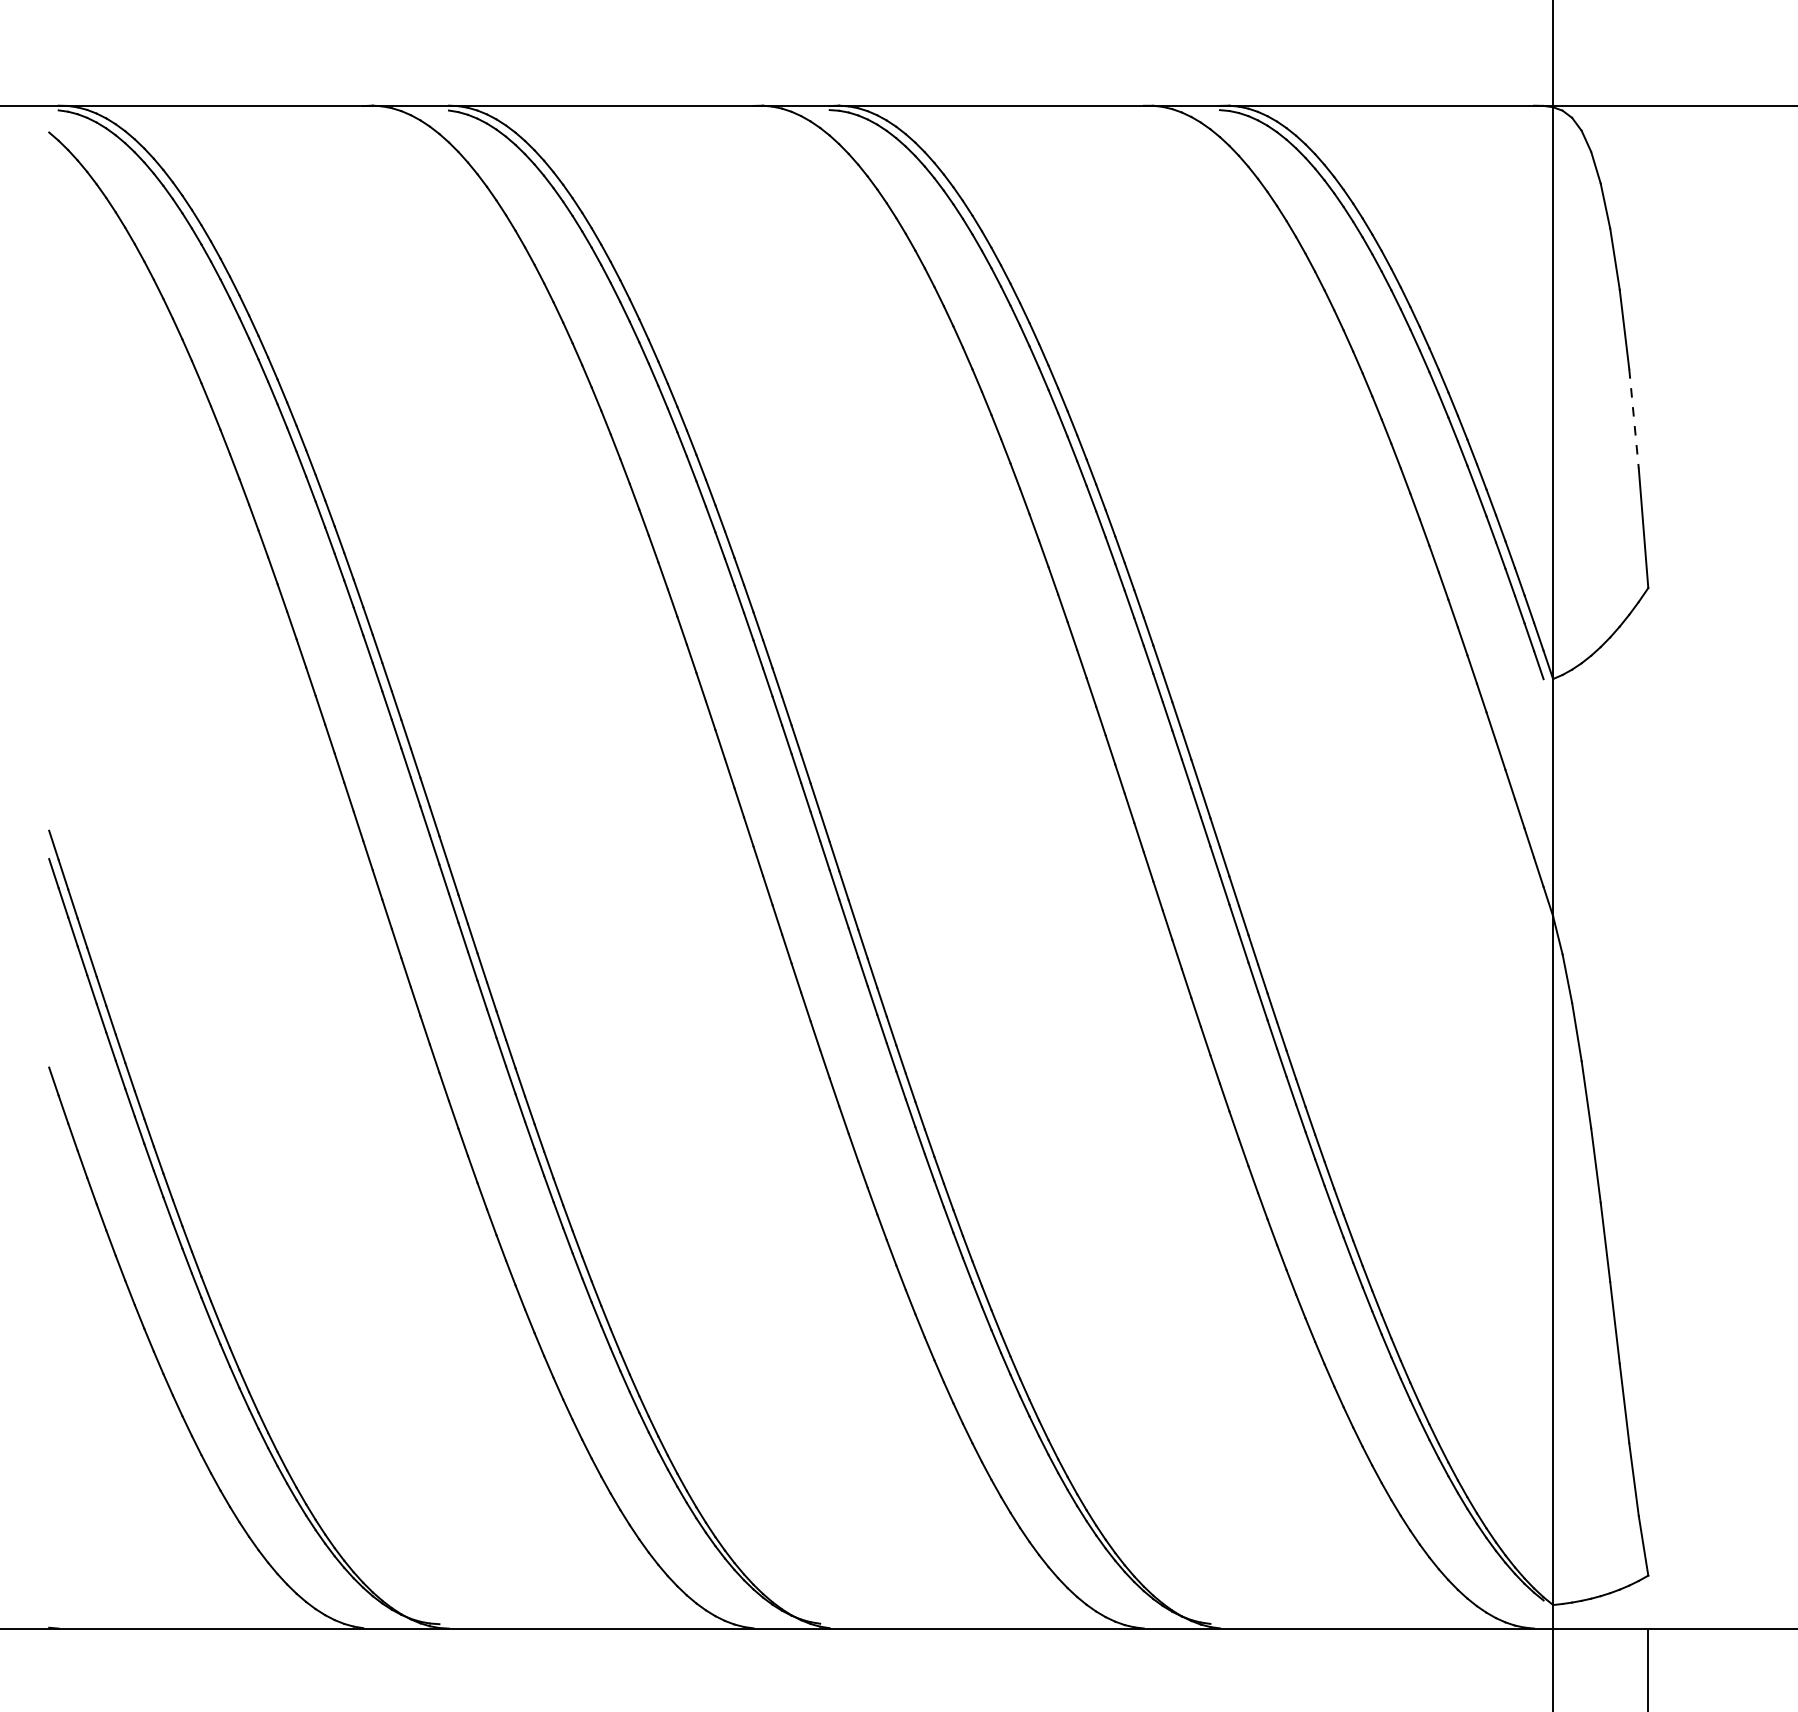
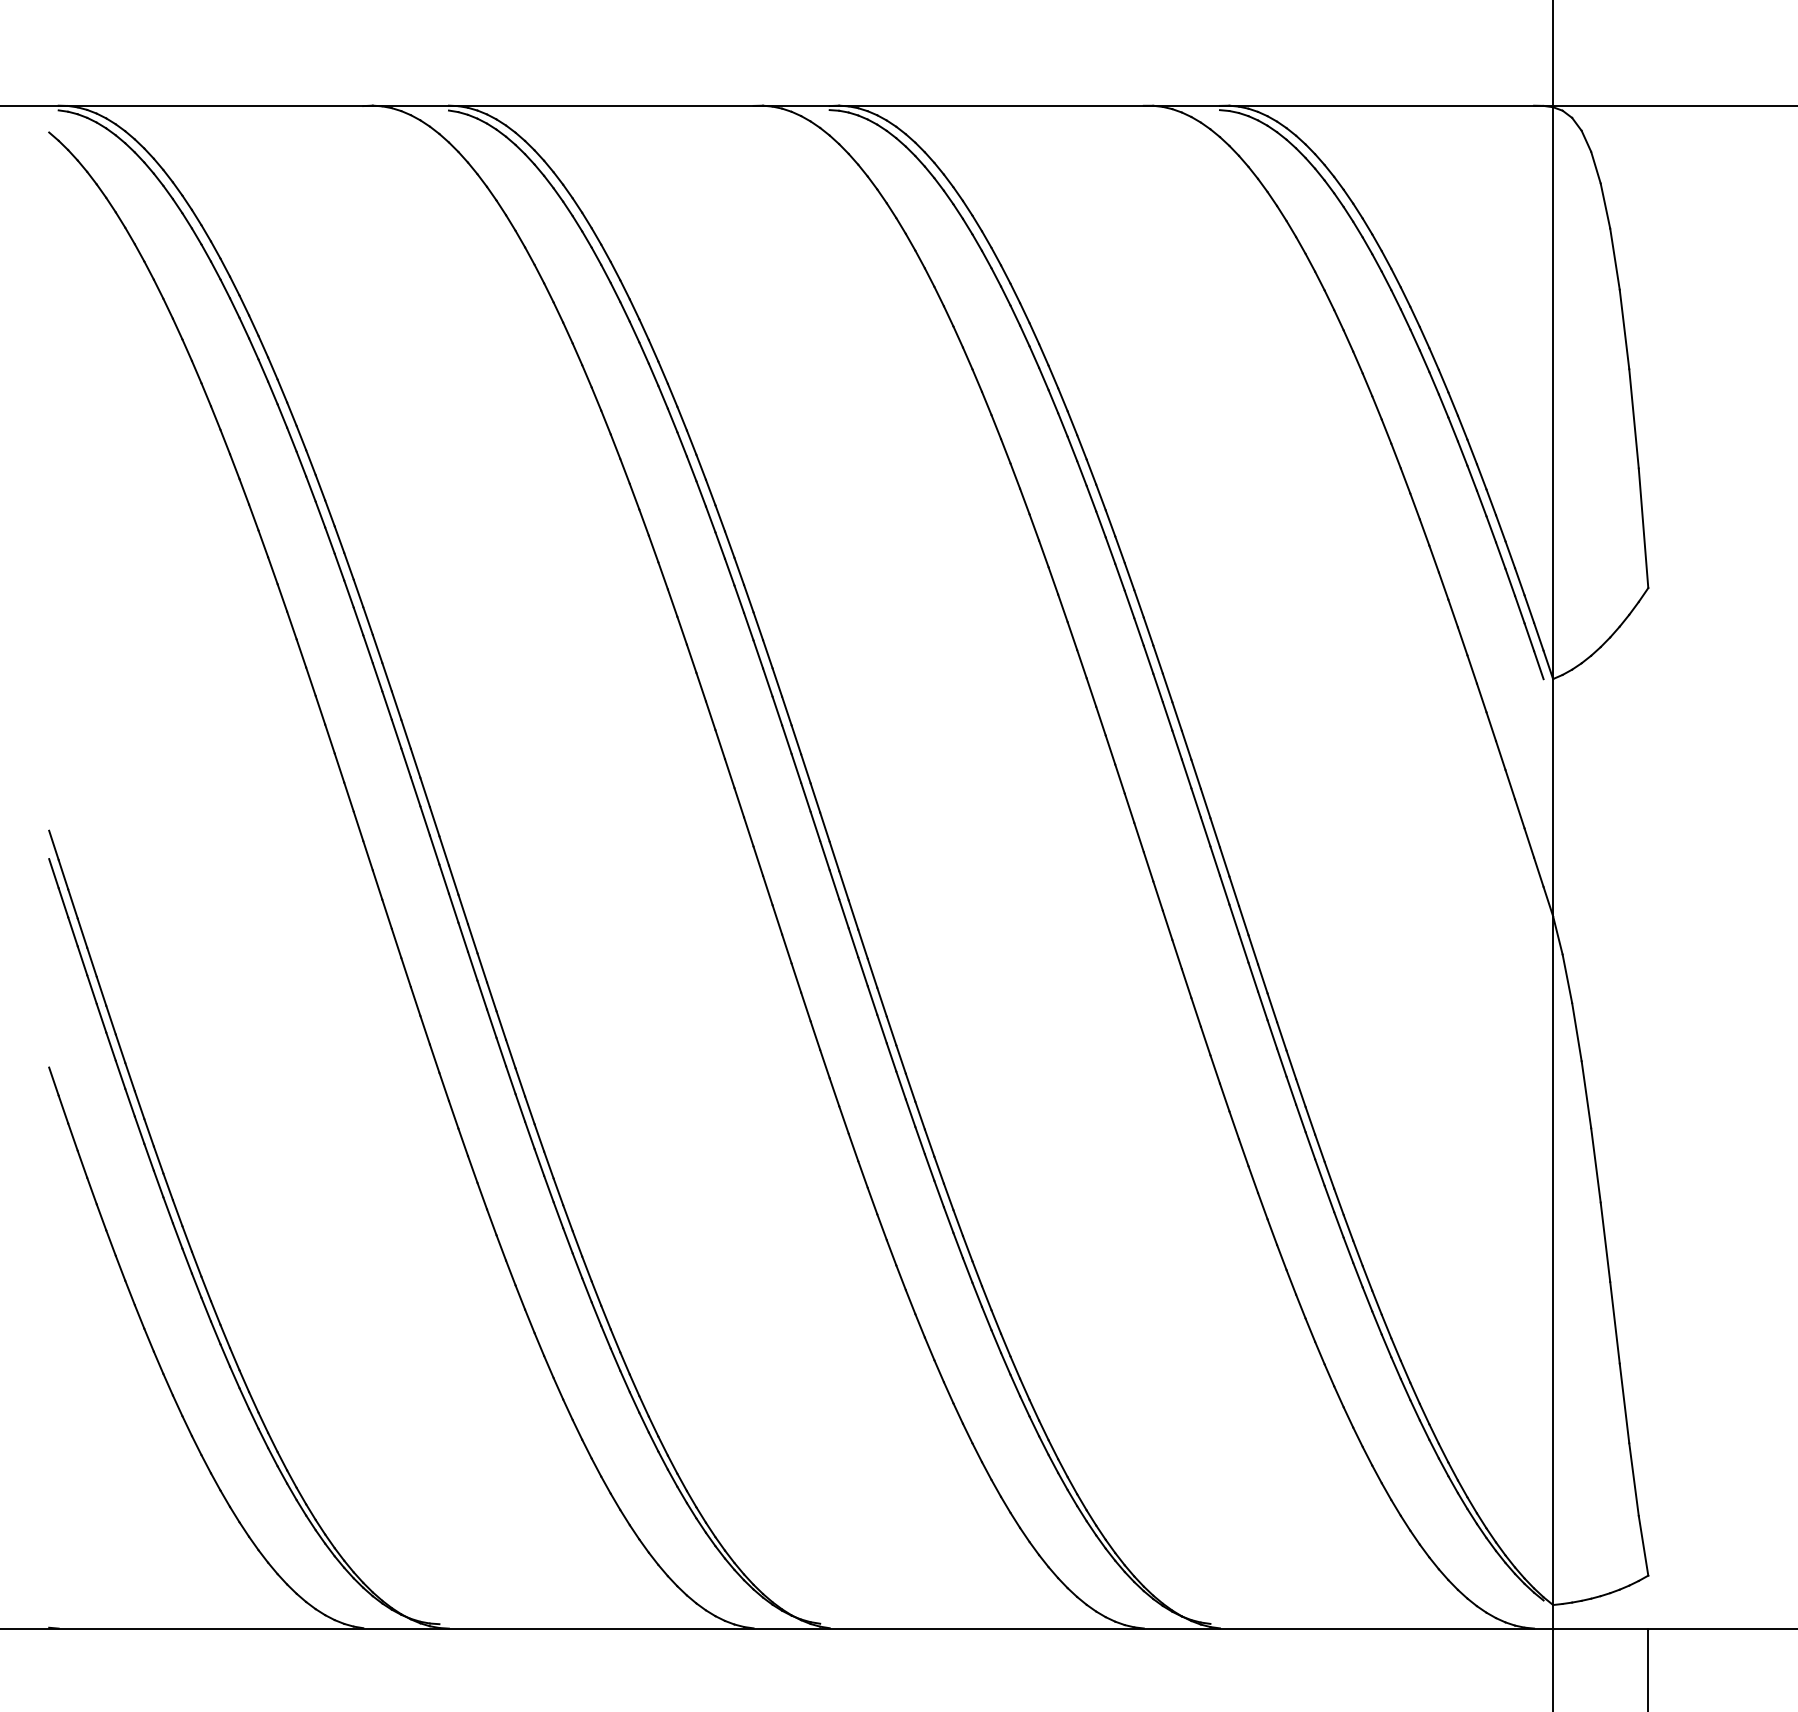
line at (1634, 418): dashed -> solid
